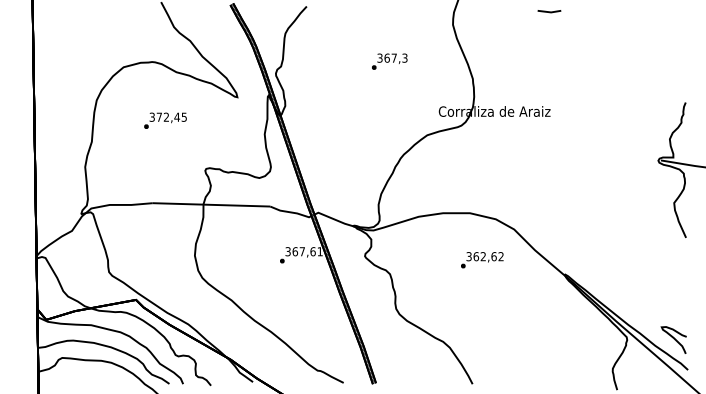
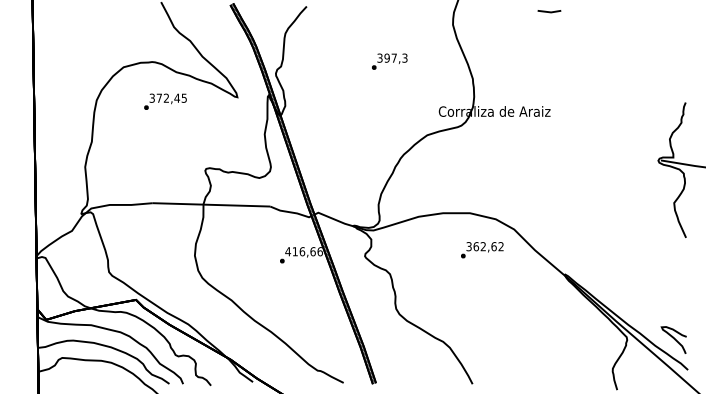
text at (386, 57): 367,3 -> 397,3
text at (165, 120) position: (165, 120) -> (165, 101)
text at (303, 251): 367,61 -> 416,66
text at (482, 260) position: (482, 260) -> (482, 250)
